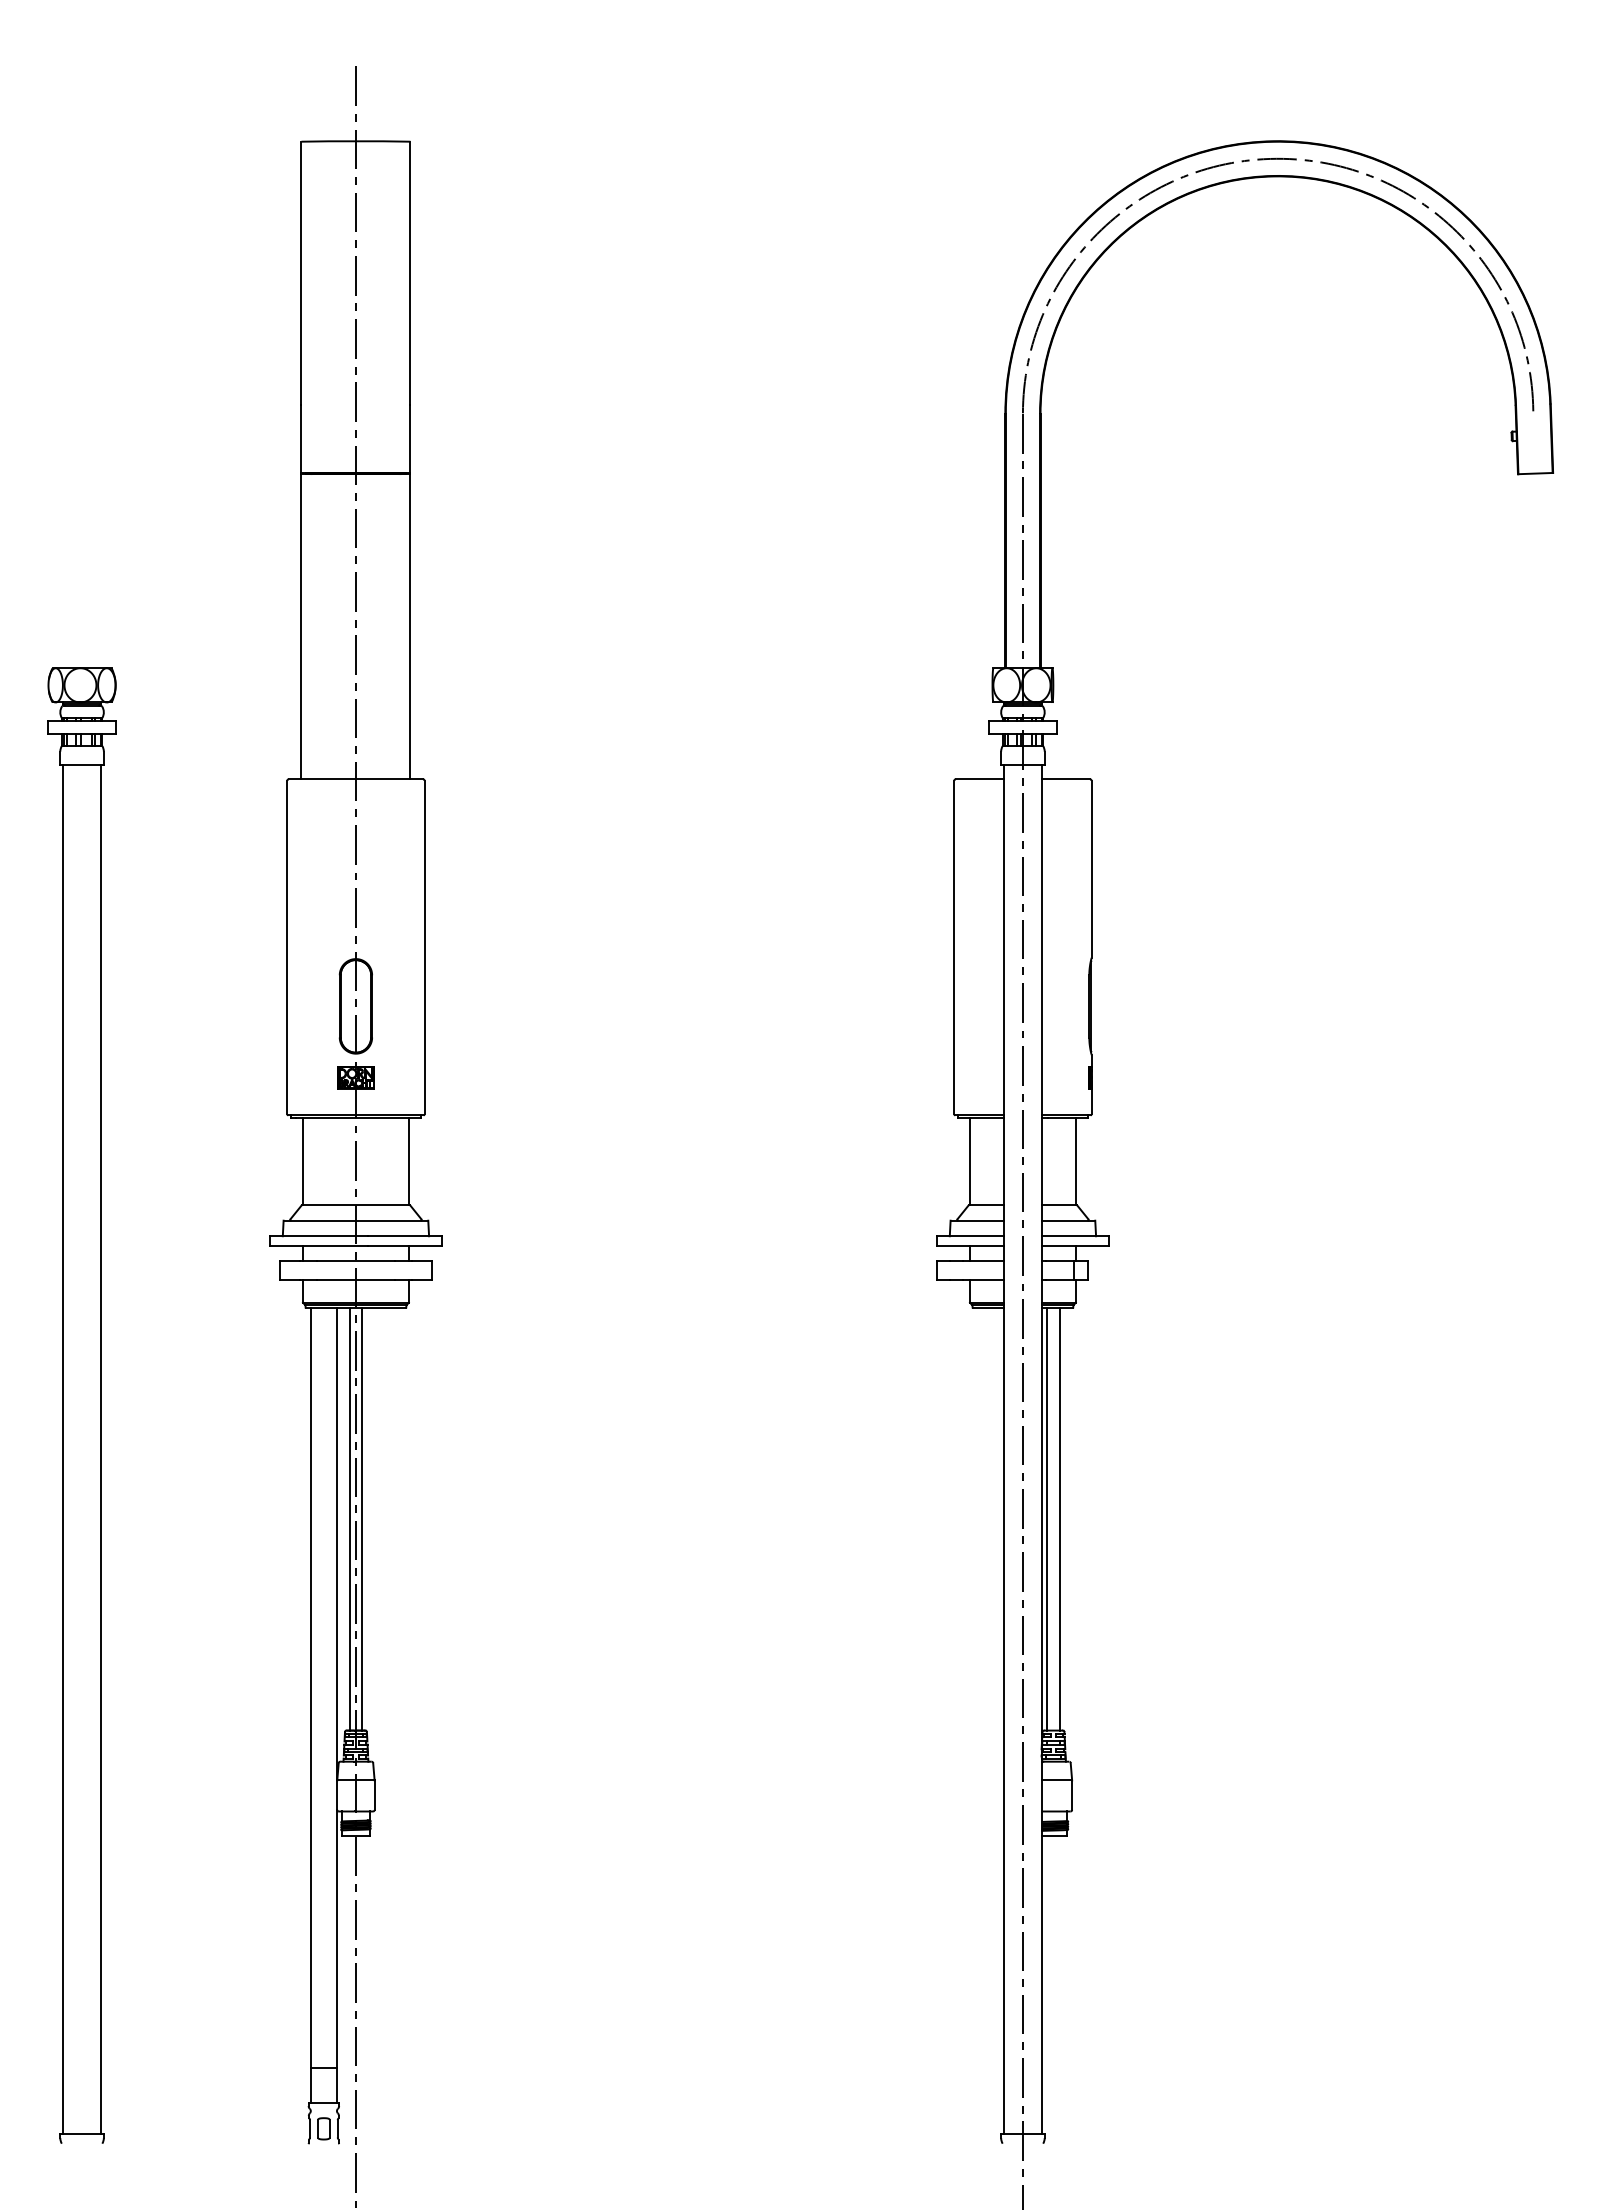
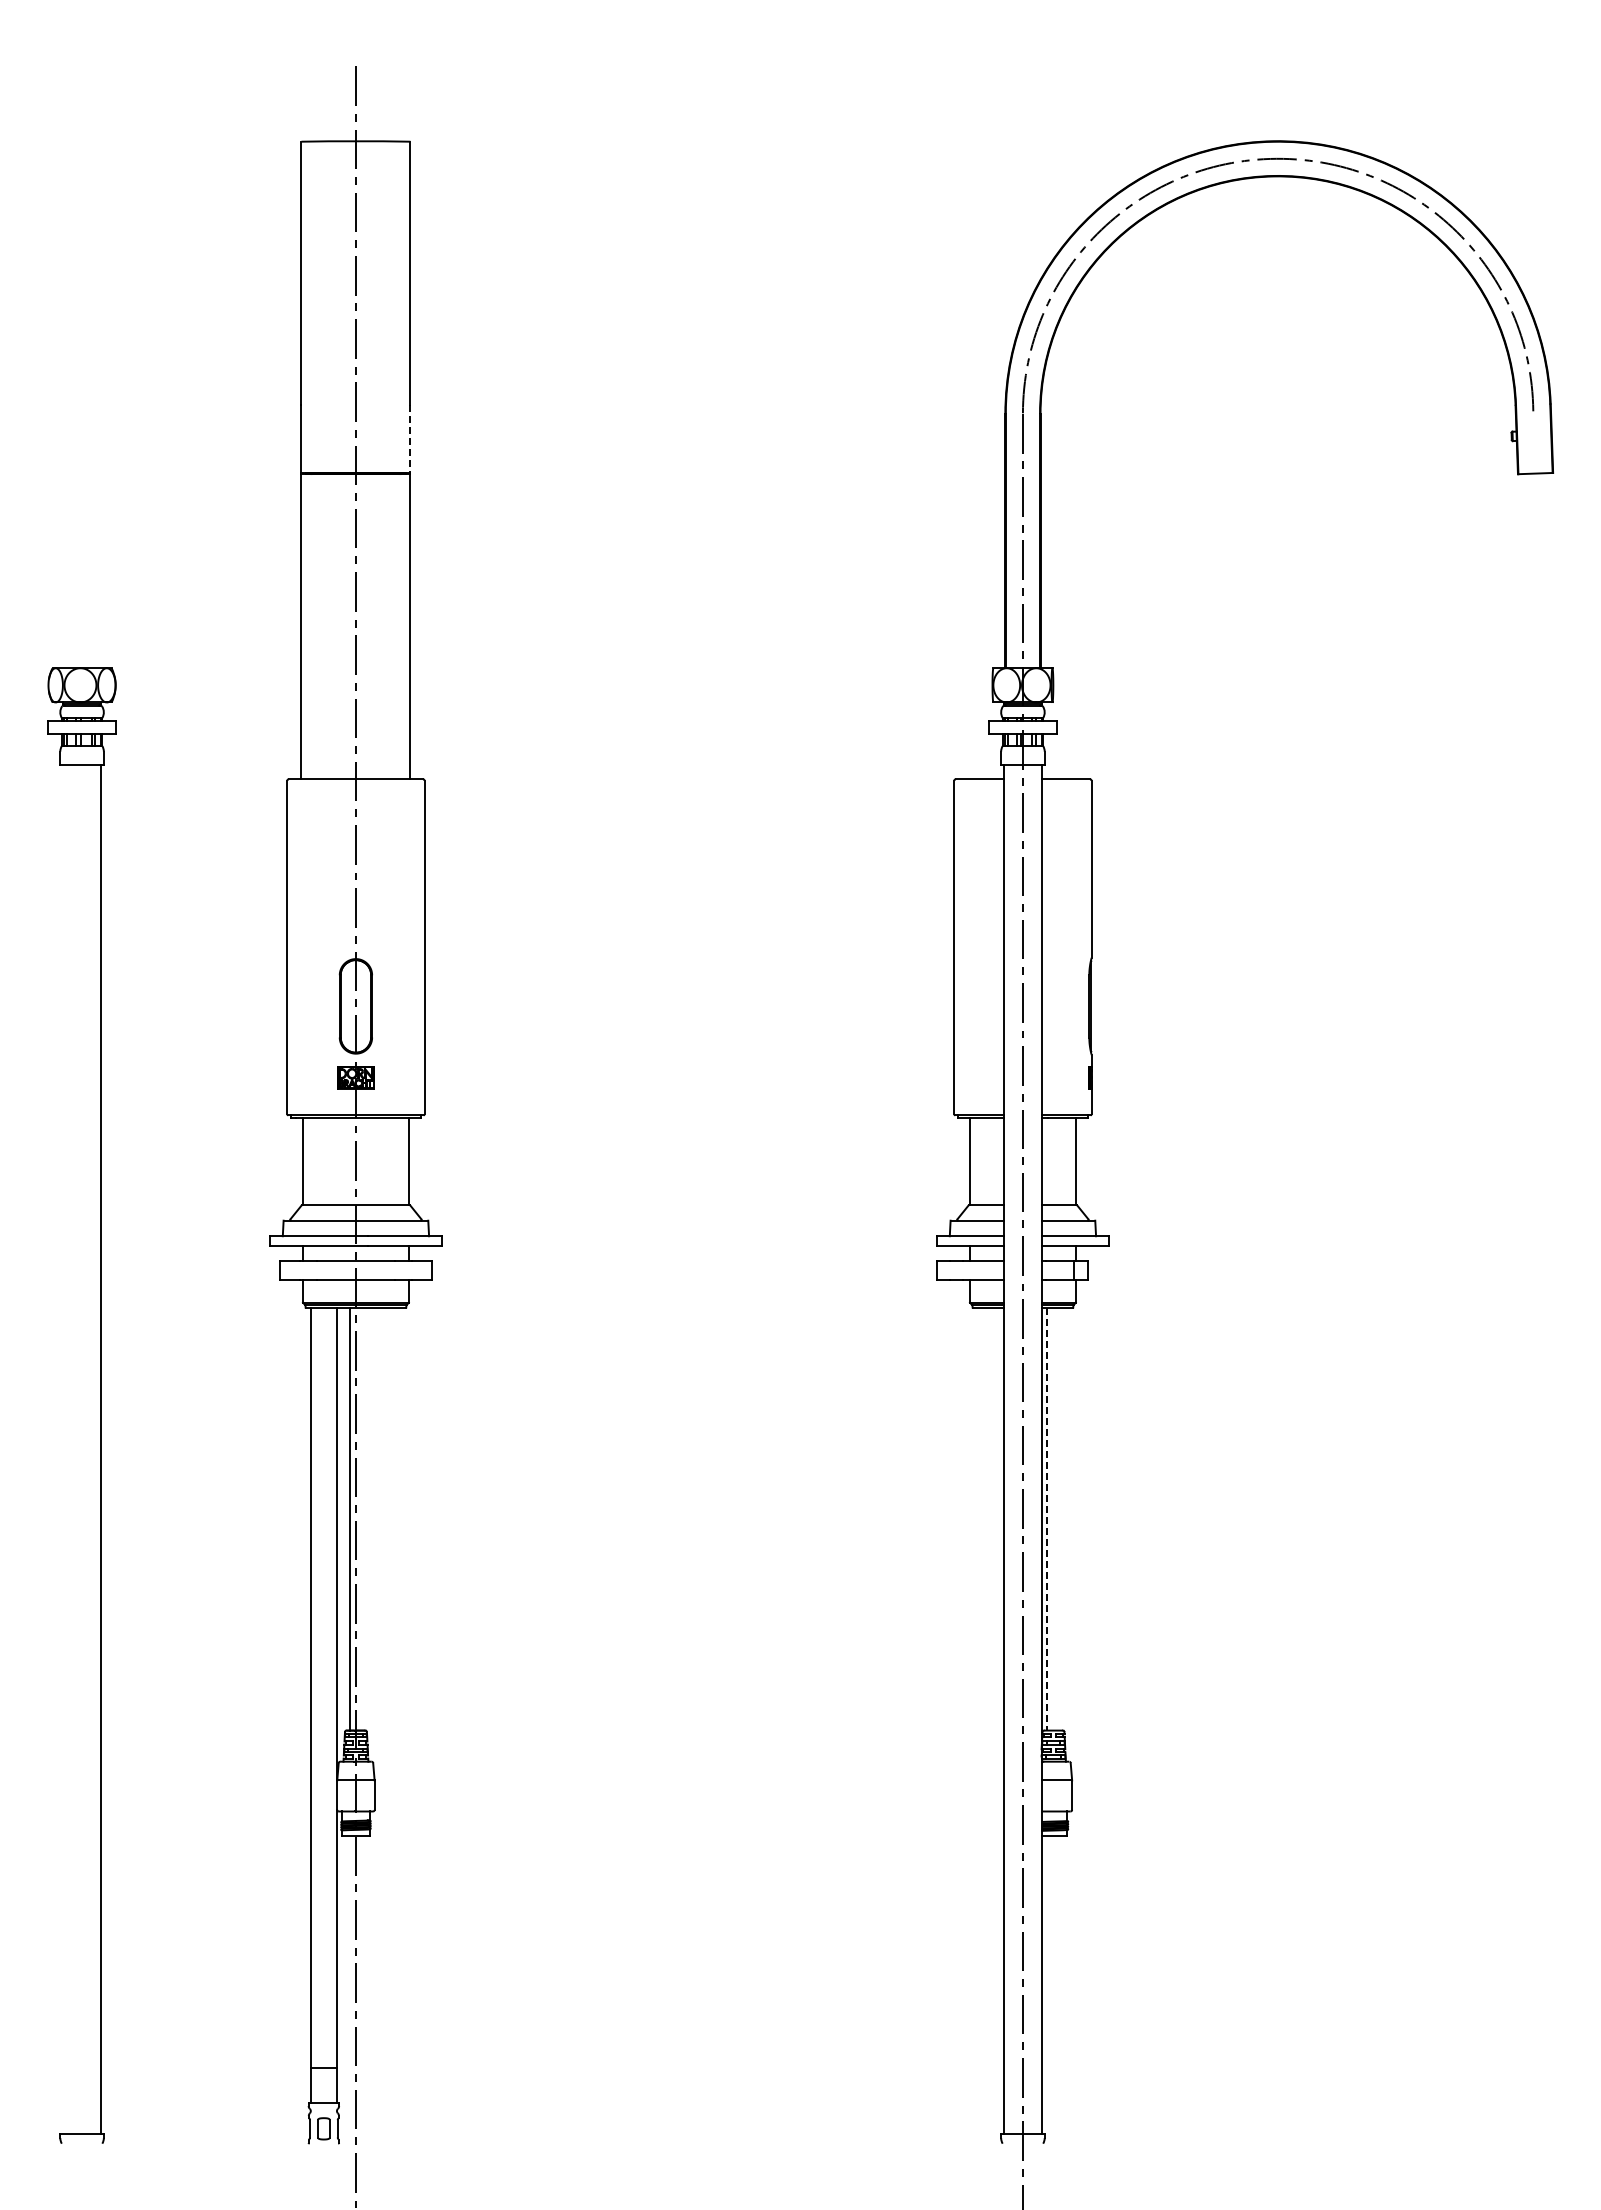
line at (410, 439): solid -> dashed
line at (63, 1449): present -> none
line at (362, 1518): present -> none
line at (1059, 1518): present -> none
line at (1047, 1519): solid -> dashed
